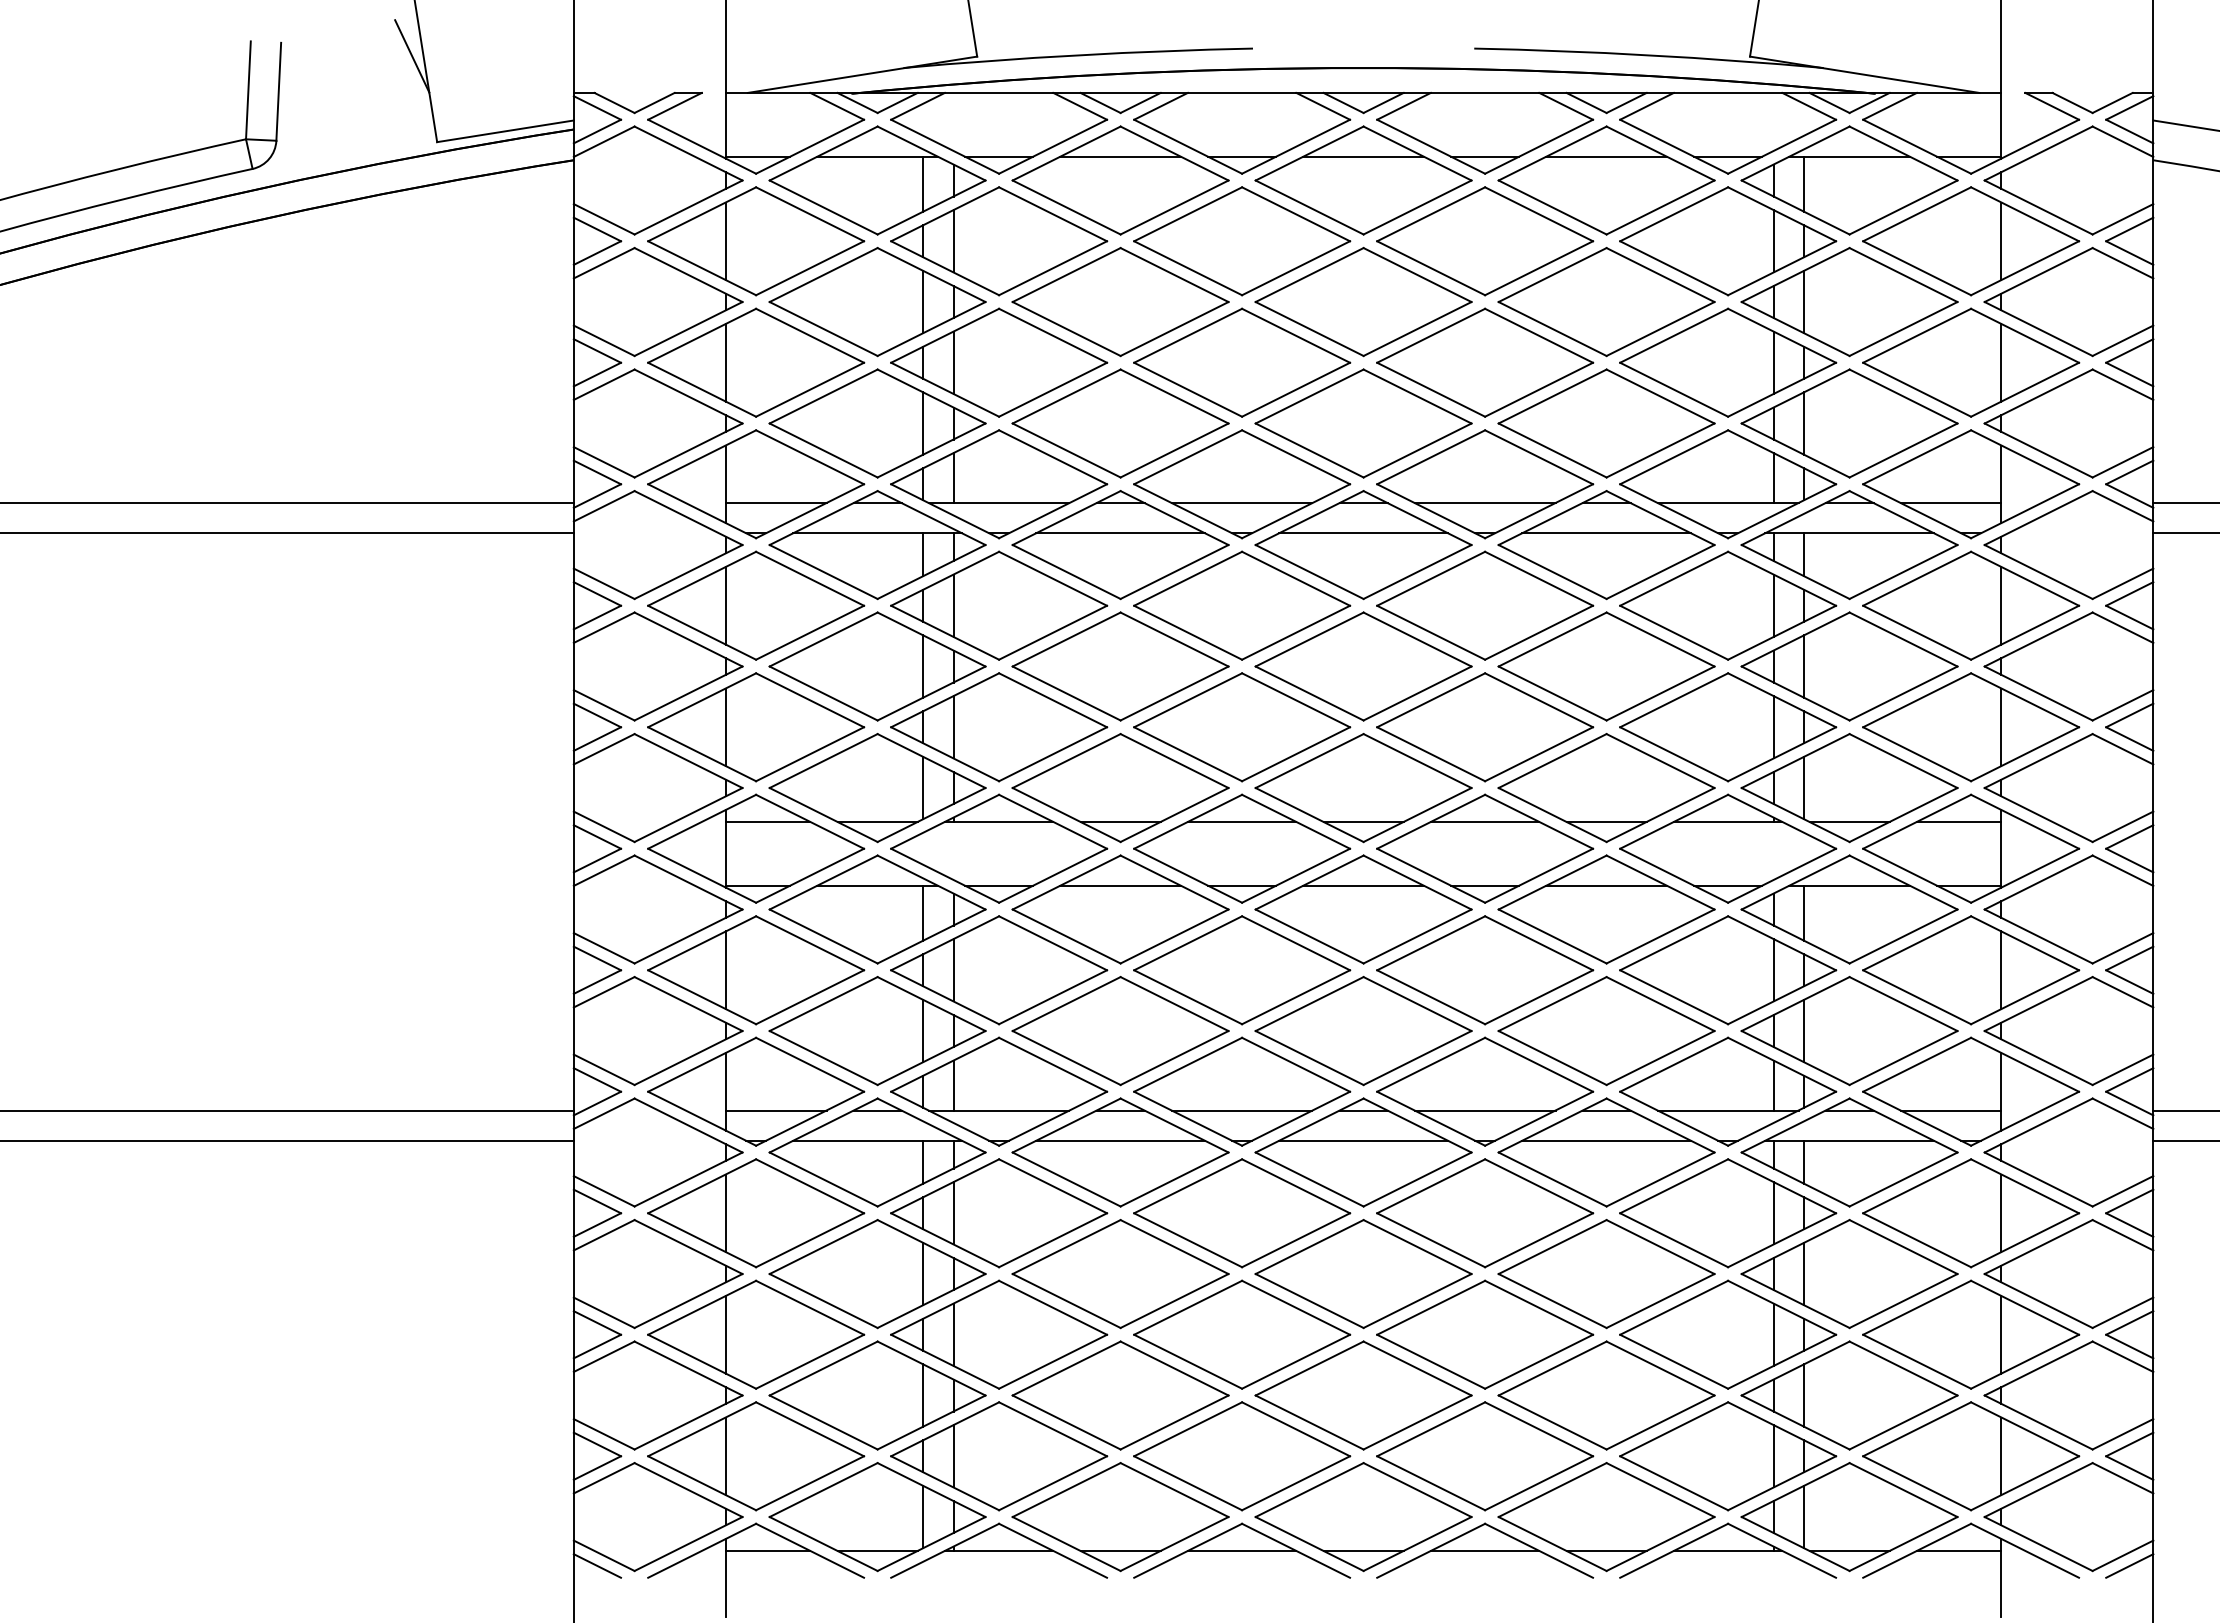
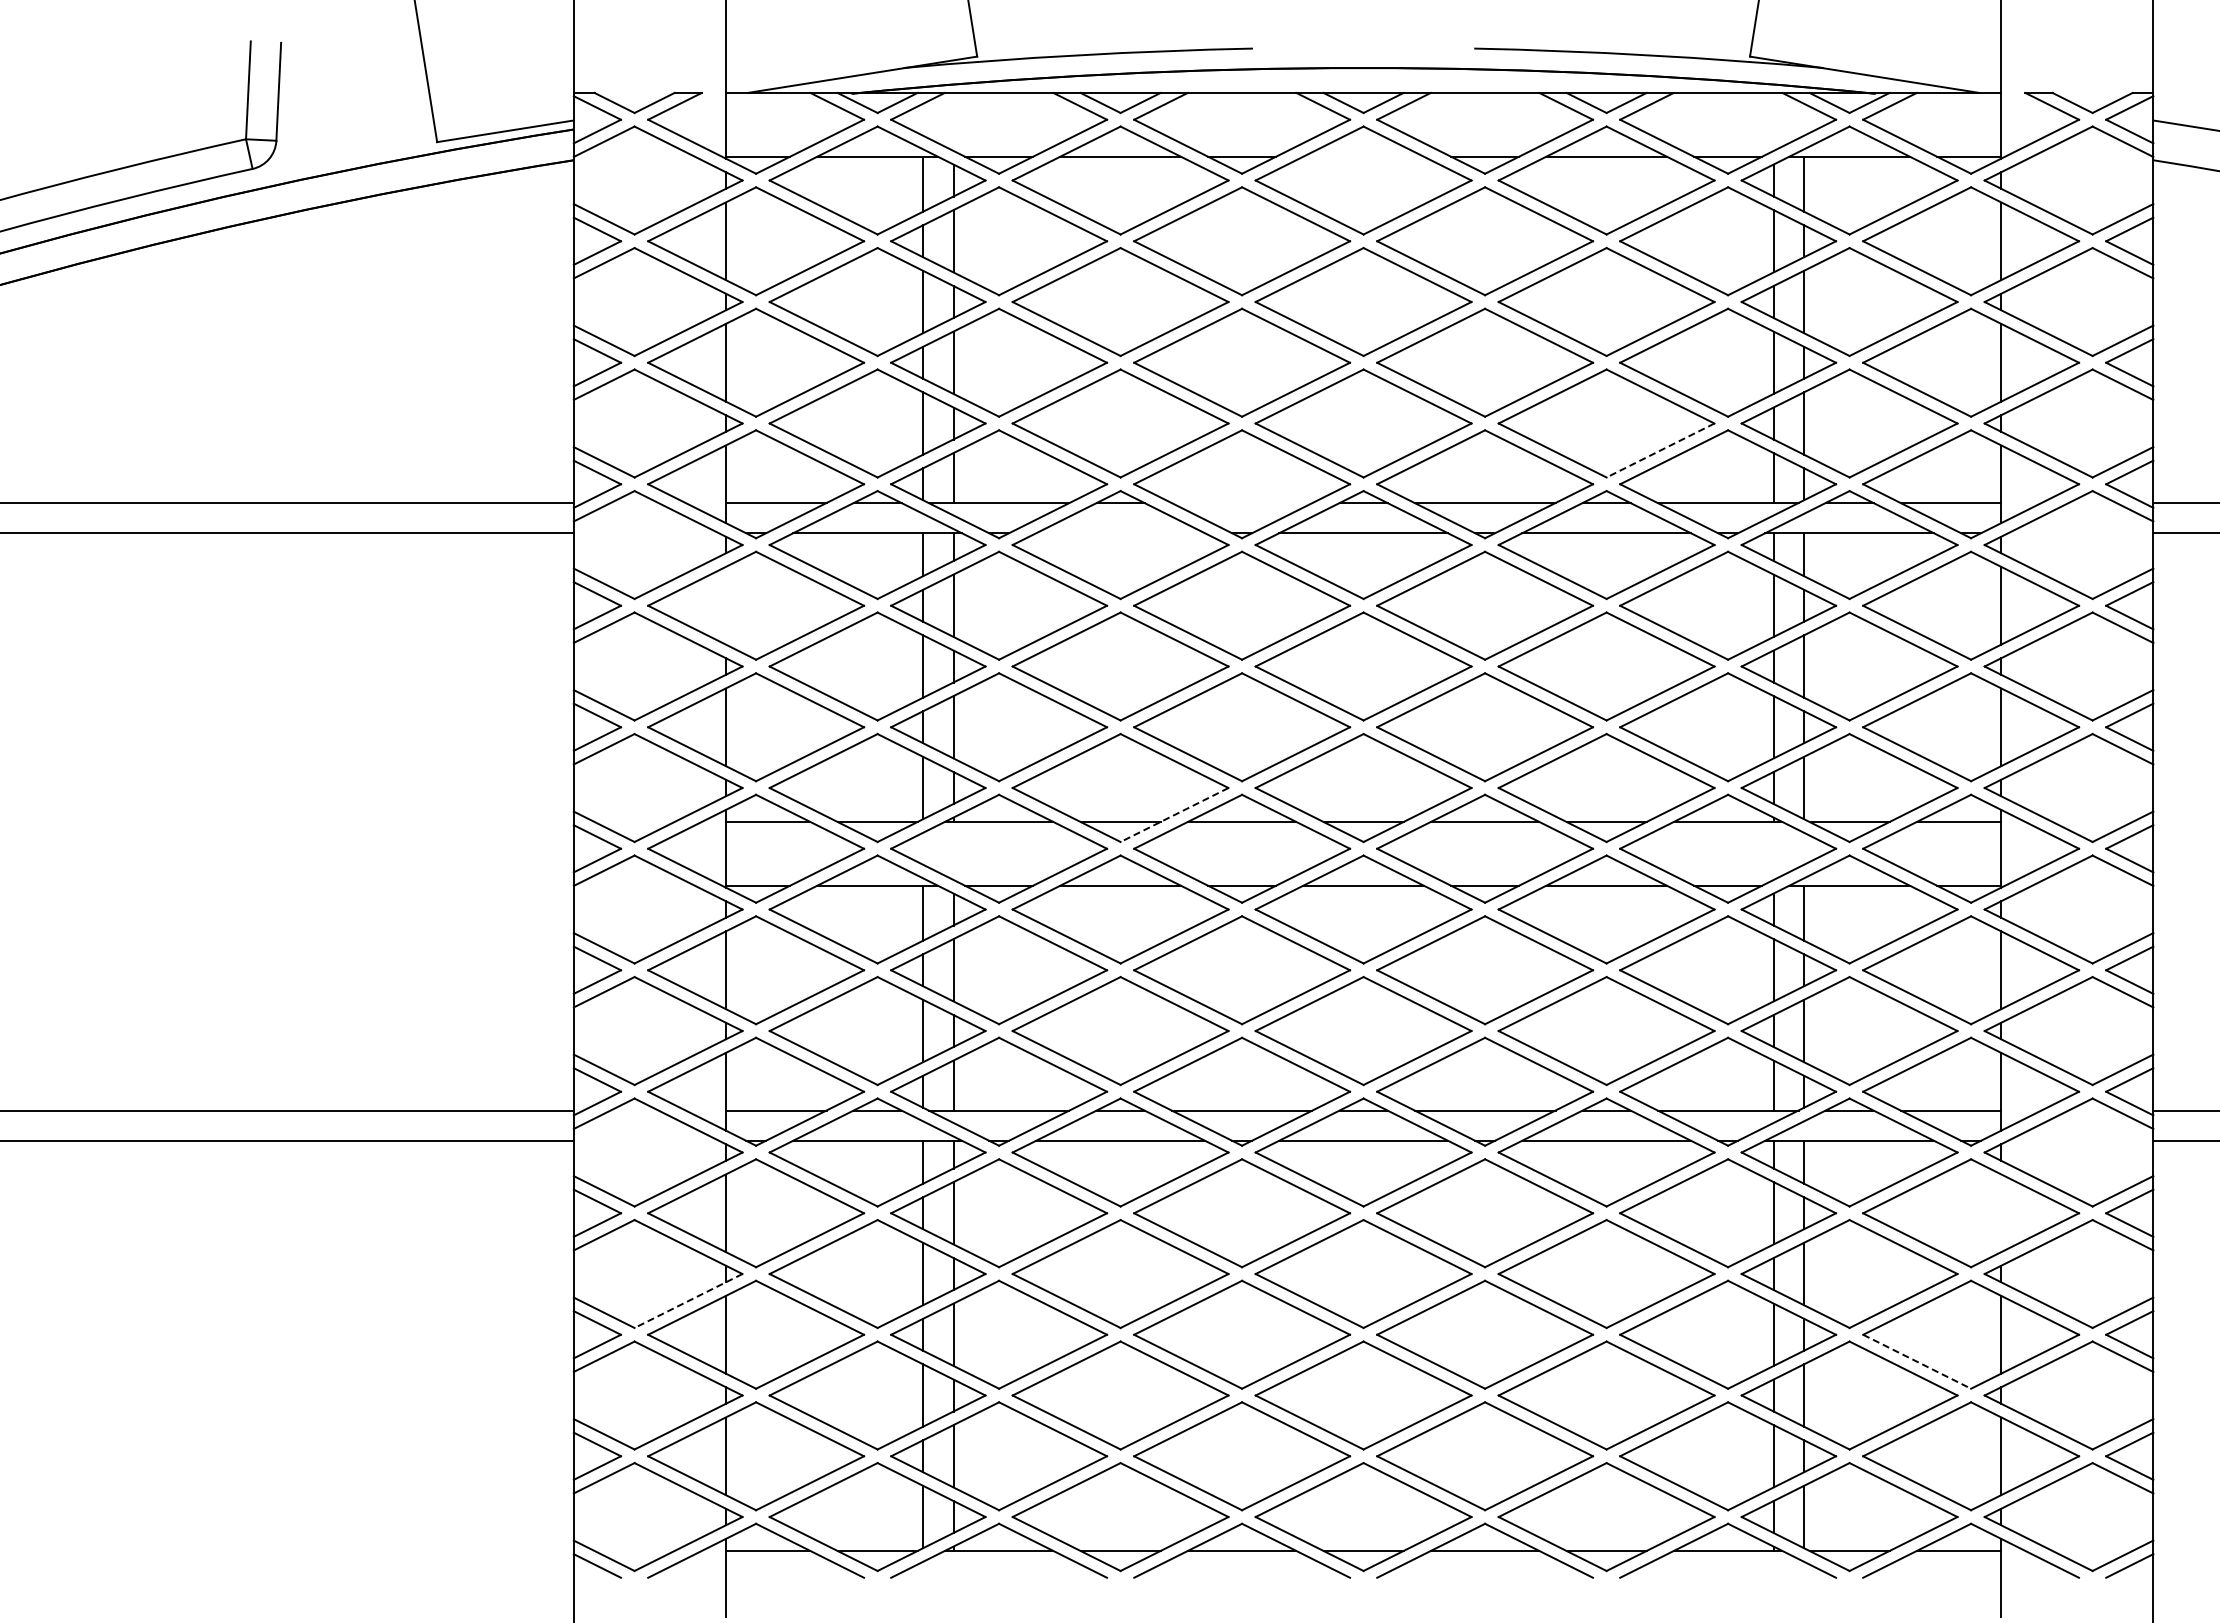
line at (412, 56): present -> none
line at (1363, 156): present -> none
line at (1660, 450): solid -> dashed
line at (1241, 503): present -> none
line at (1120, 533): present -> none
line at (725, 605): present -> none
line at (1174, 815): solid -> dashed
line at (2001, 1213): present -> none
line at (688, 1301): solid -> dashed
line at (1917, 1361): solid -> dashed
